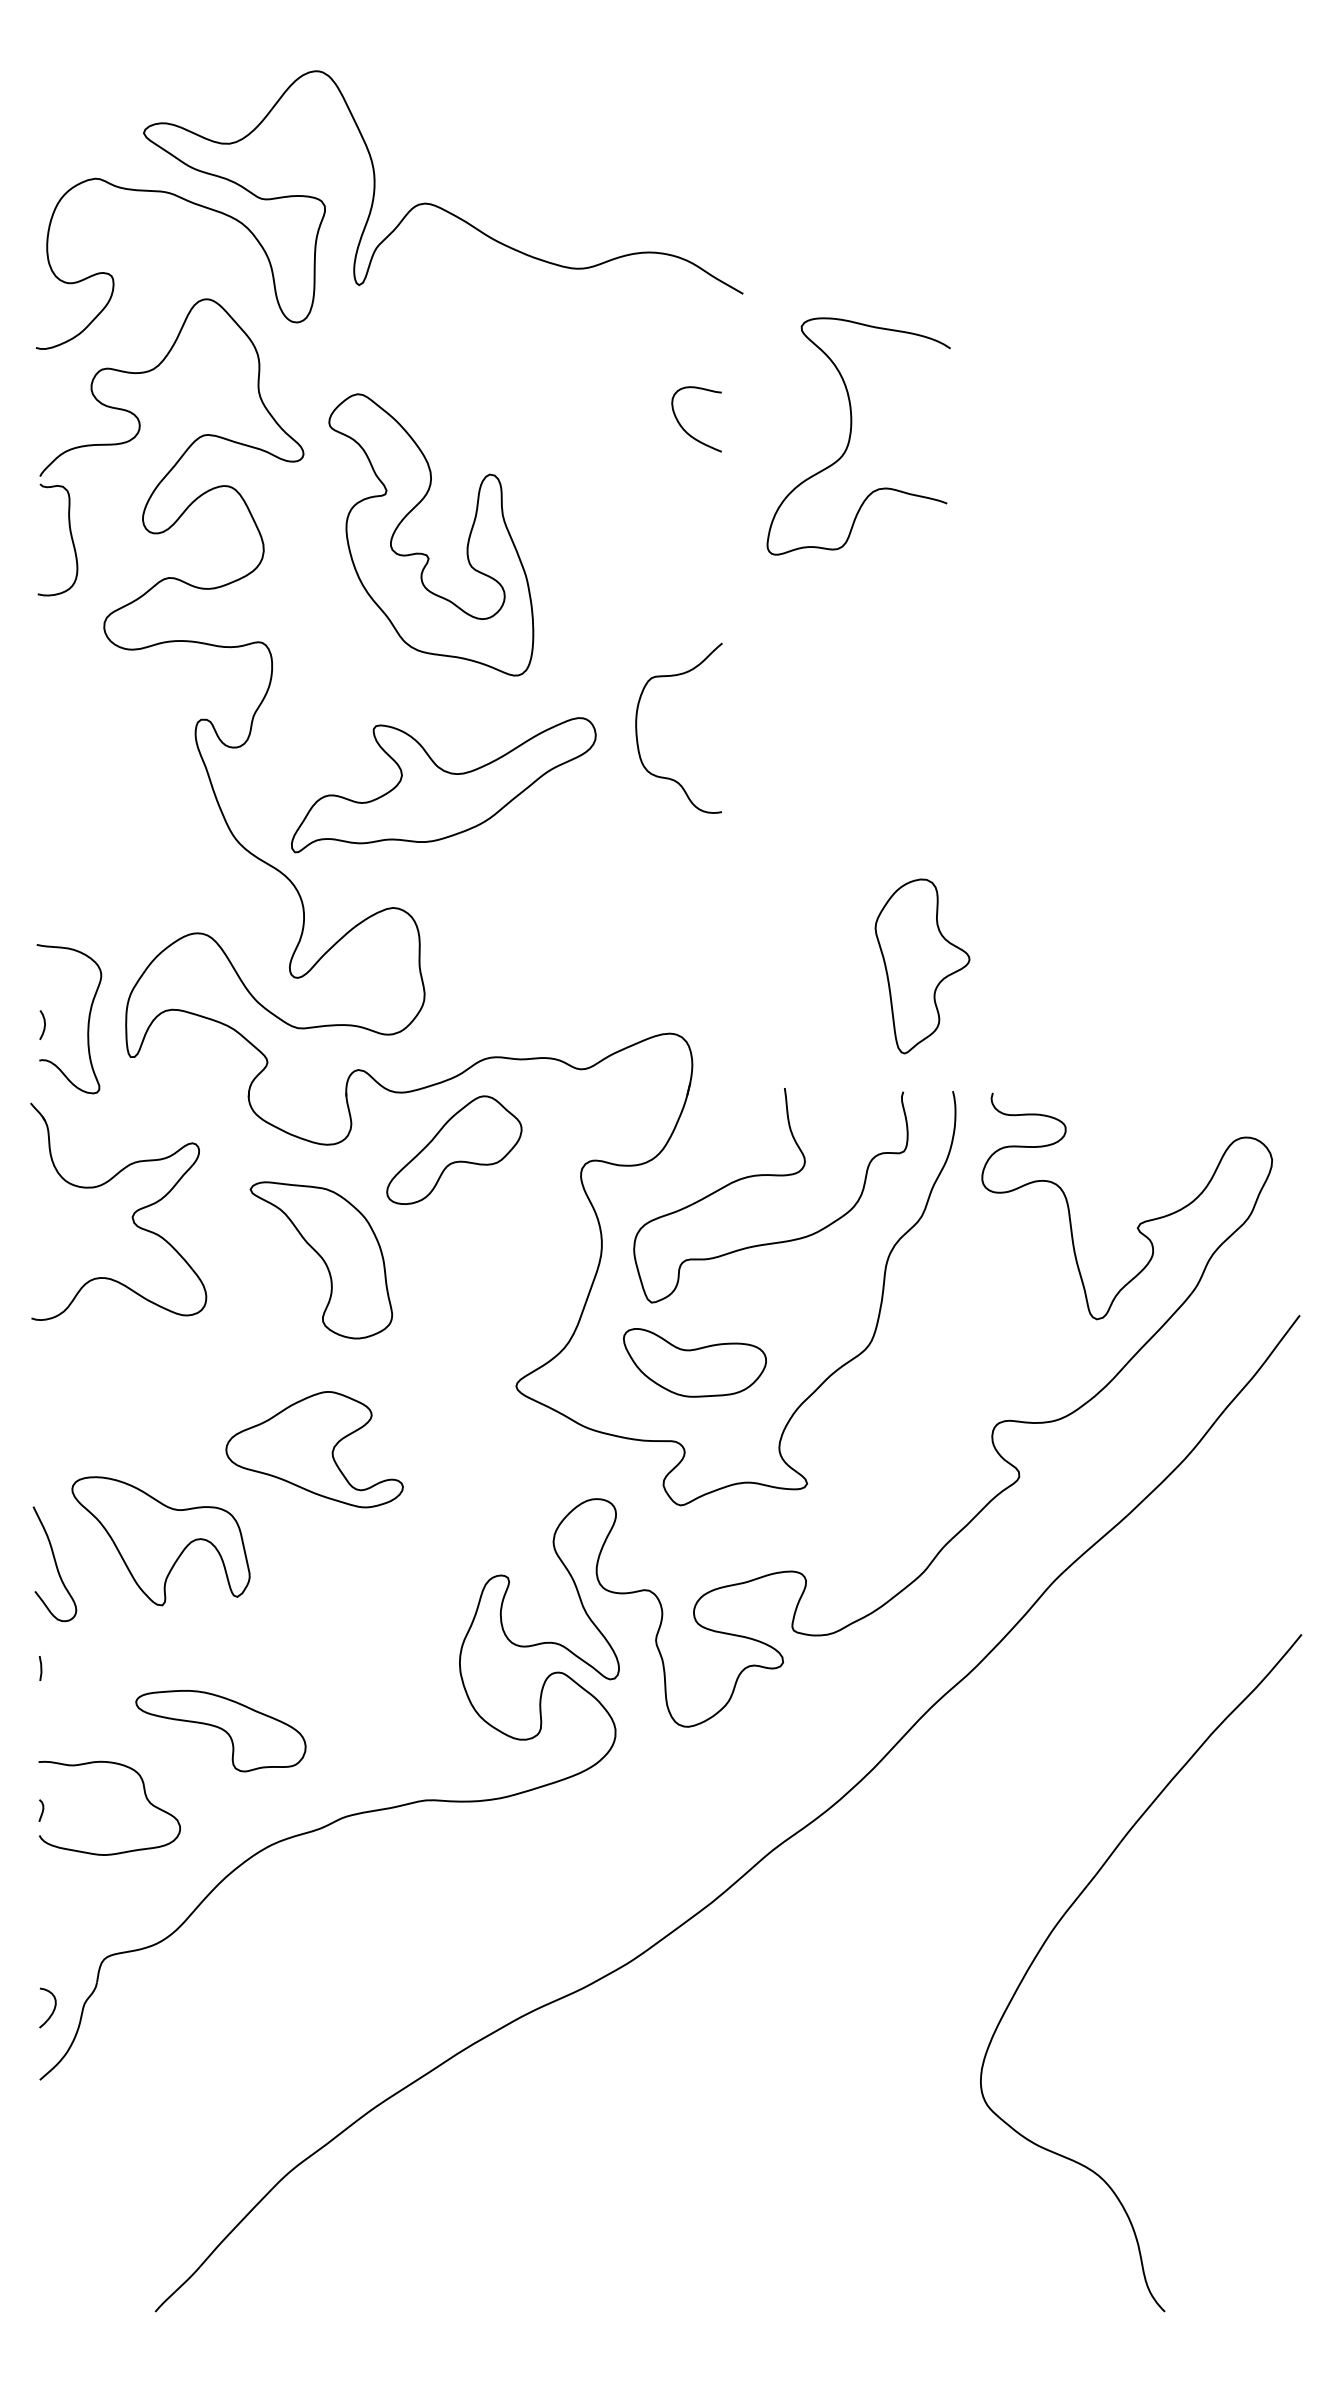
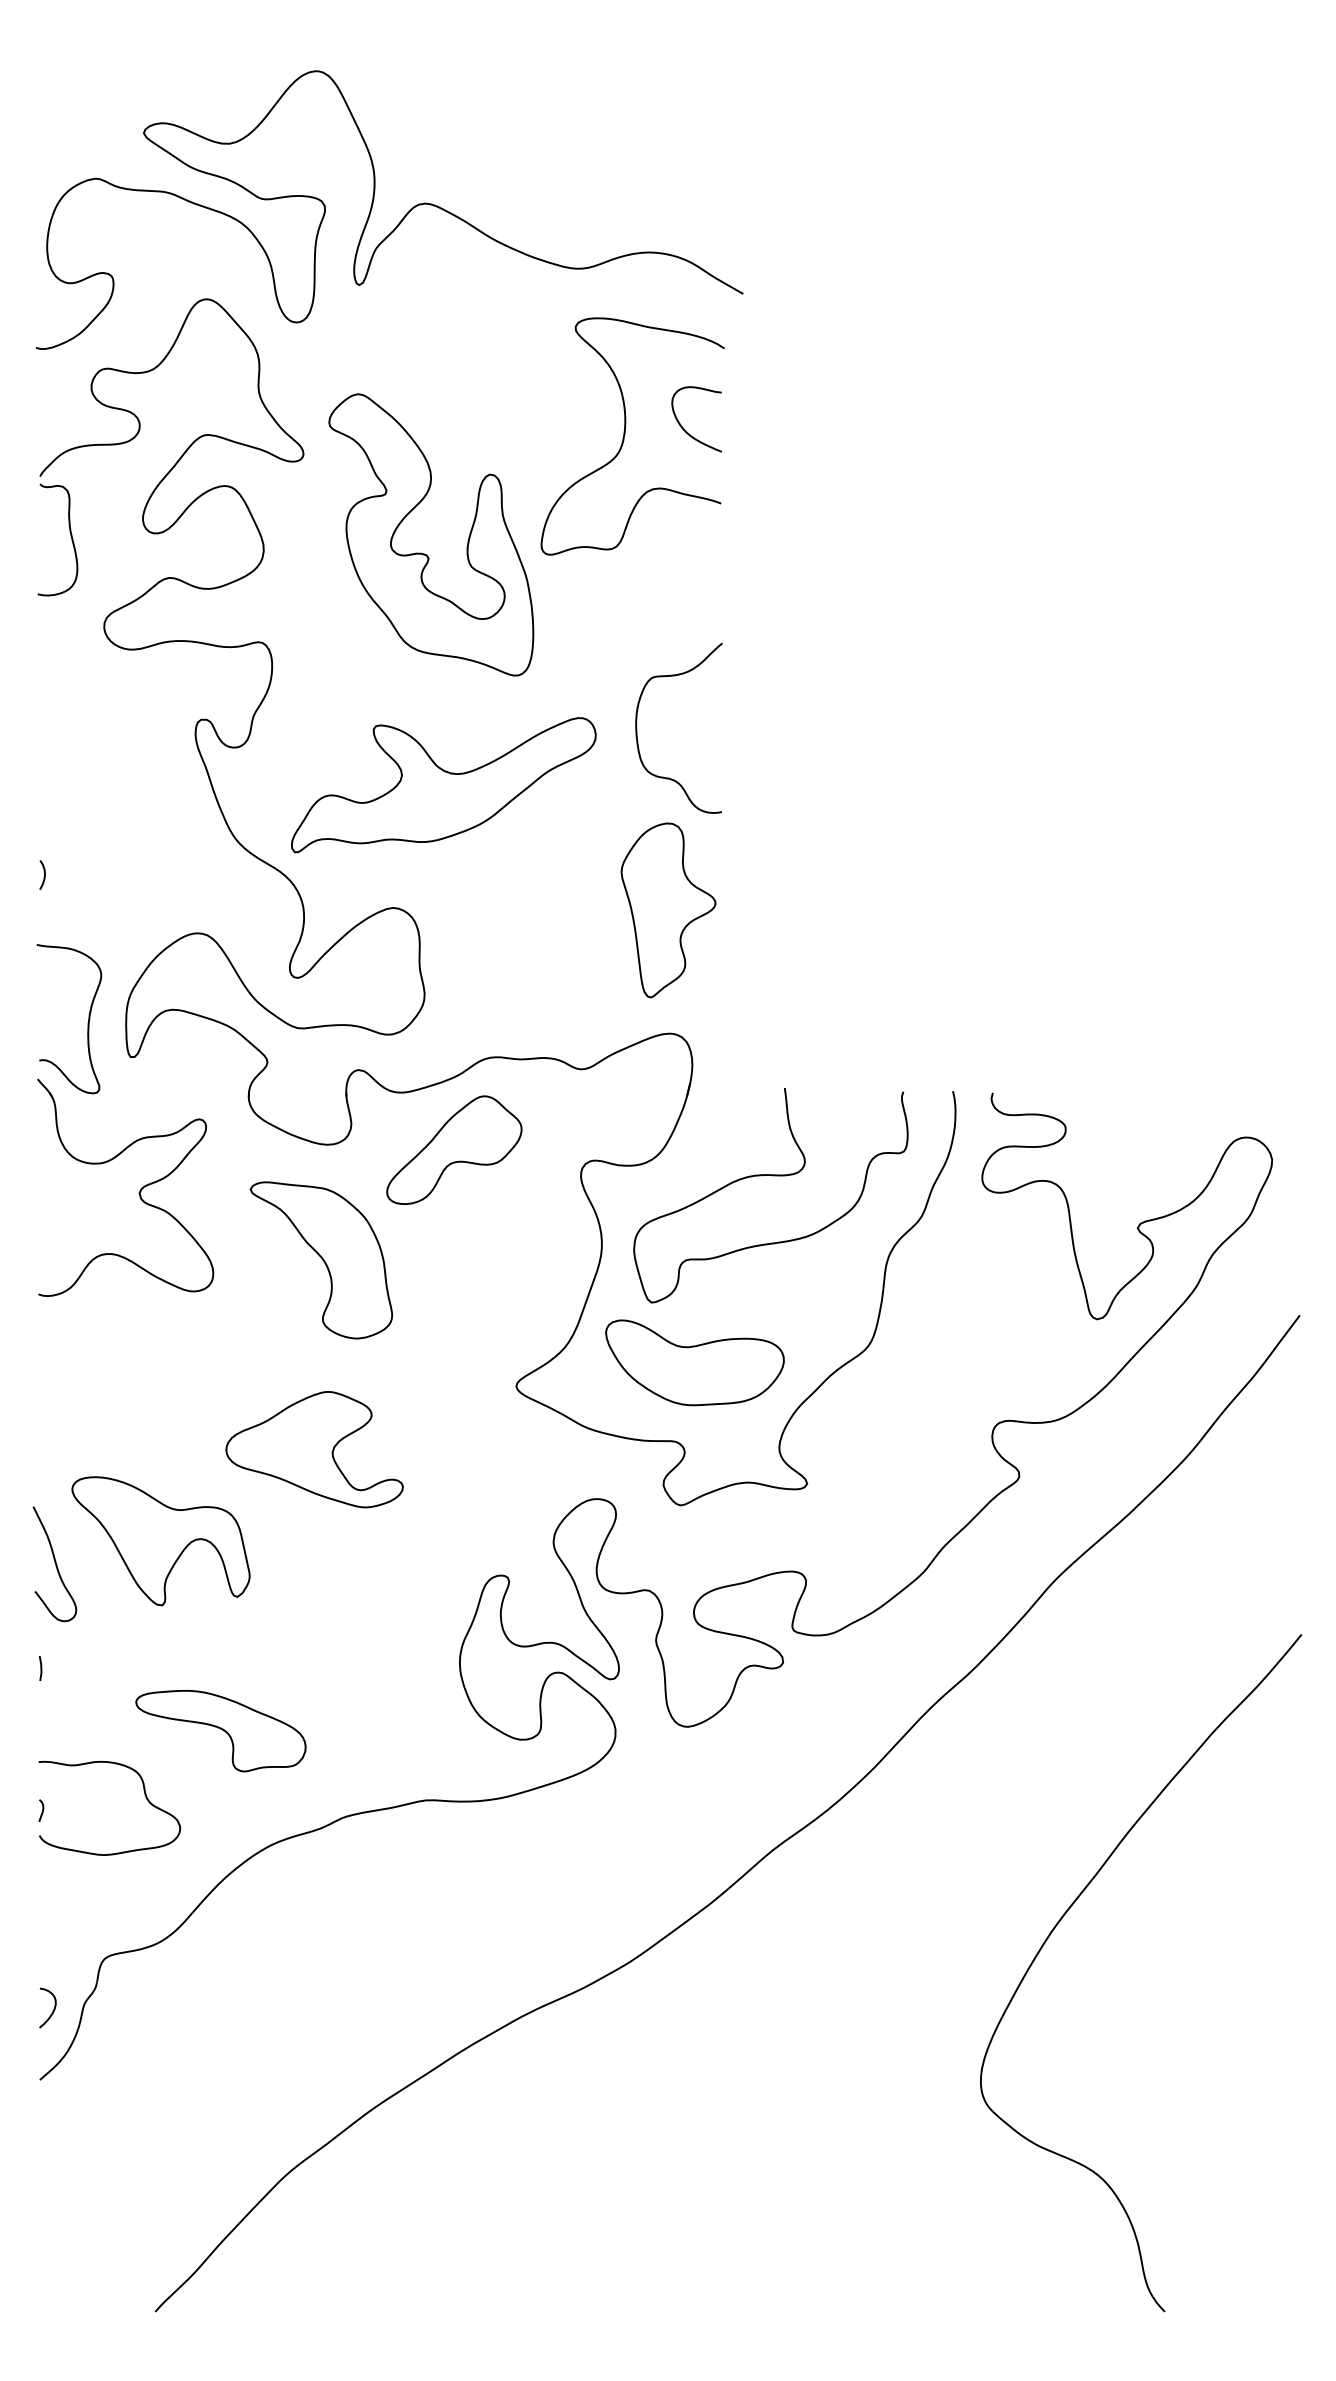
curve at (851, 435) position: (851, 435) -> (625, 435)
part at (922, 966) position: (922, 966) -> (668, 910)
curve at (44, 1024) position: (44, 1024) -> (44, 874)
part at (131, 1216) position: (131, 1216) -> (138, 1192)
part at (694, 1362) size: 144x70 px -> 180x88 px
